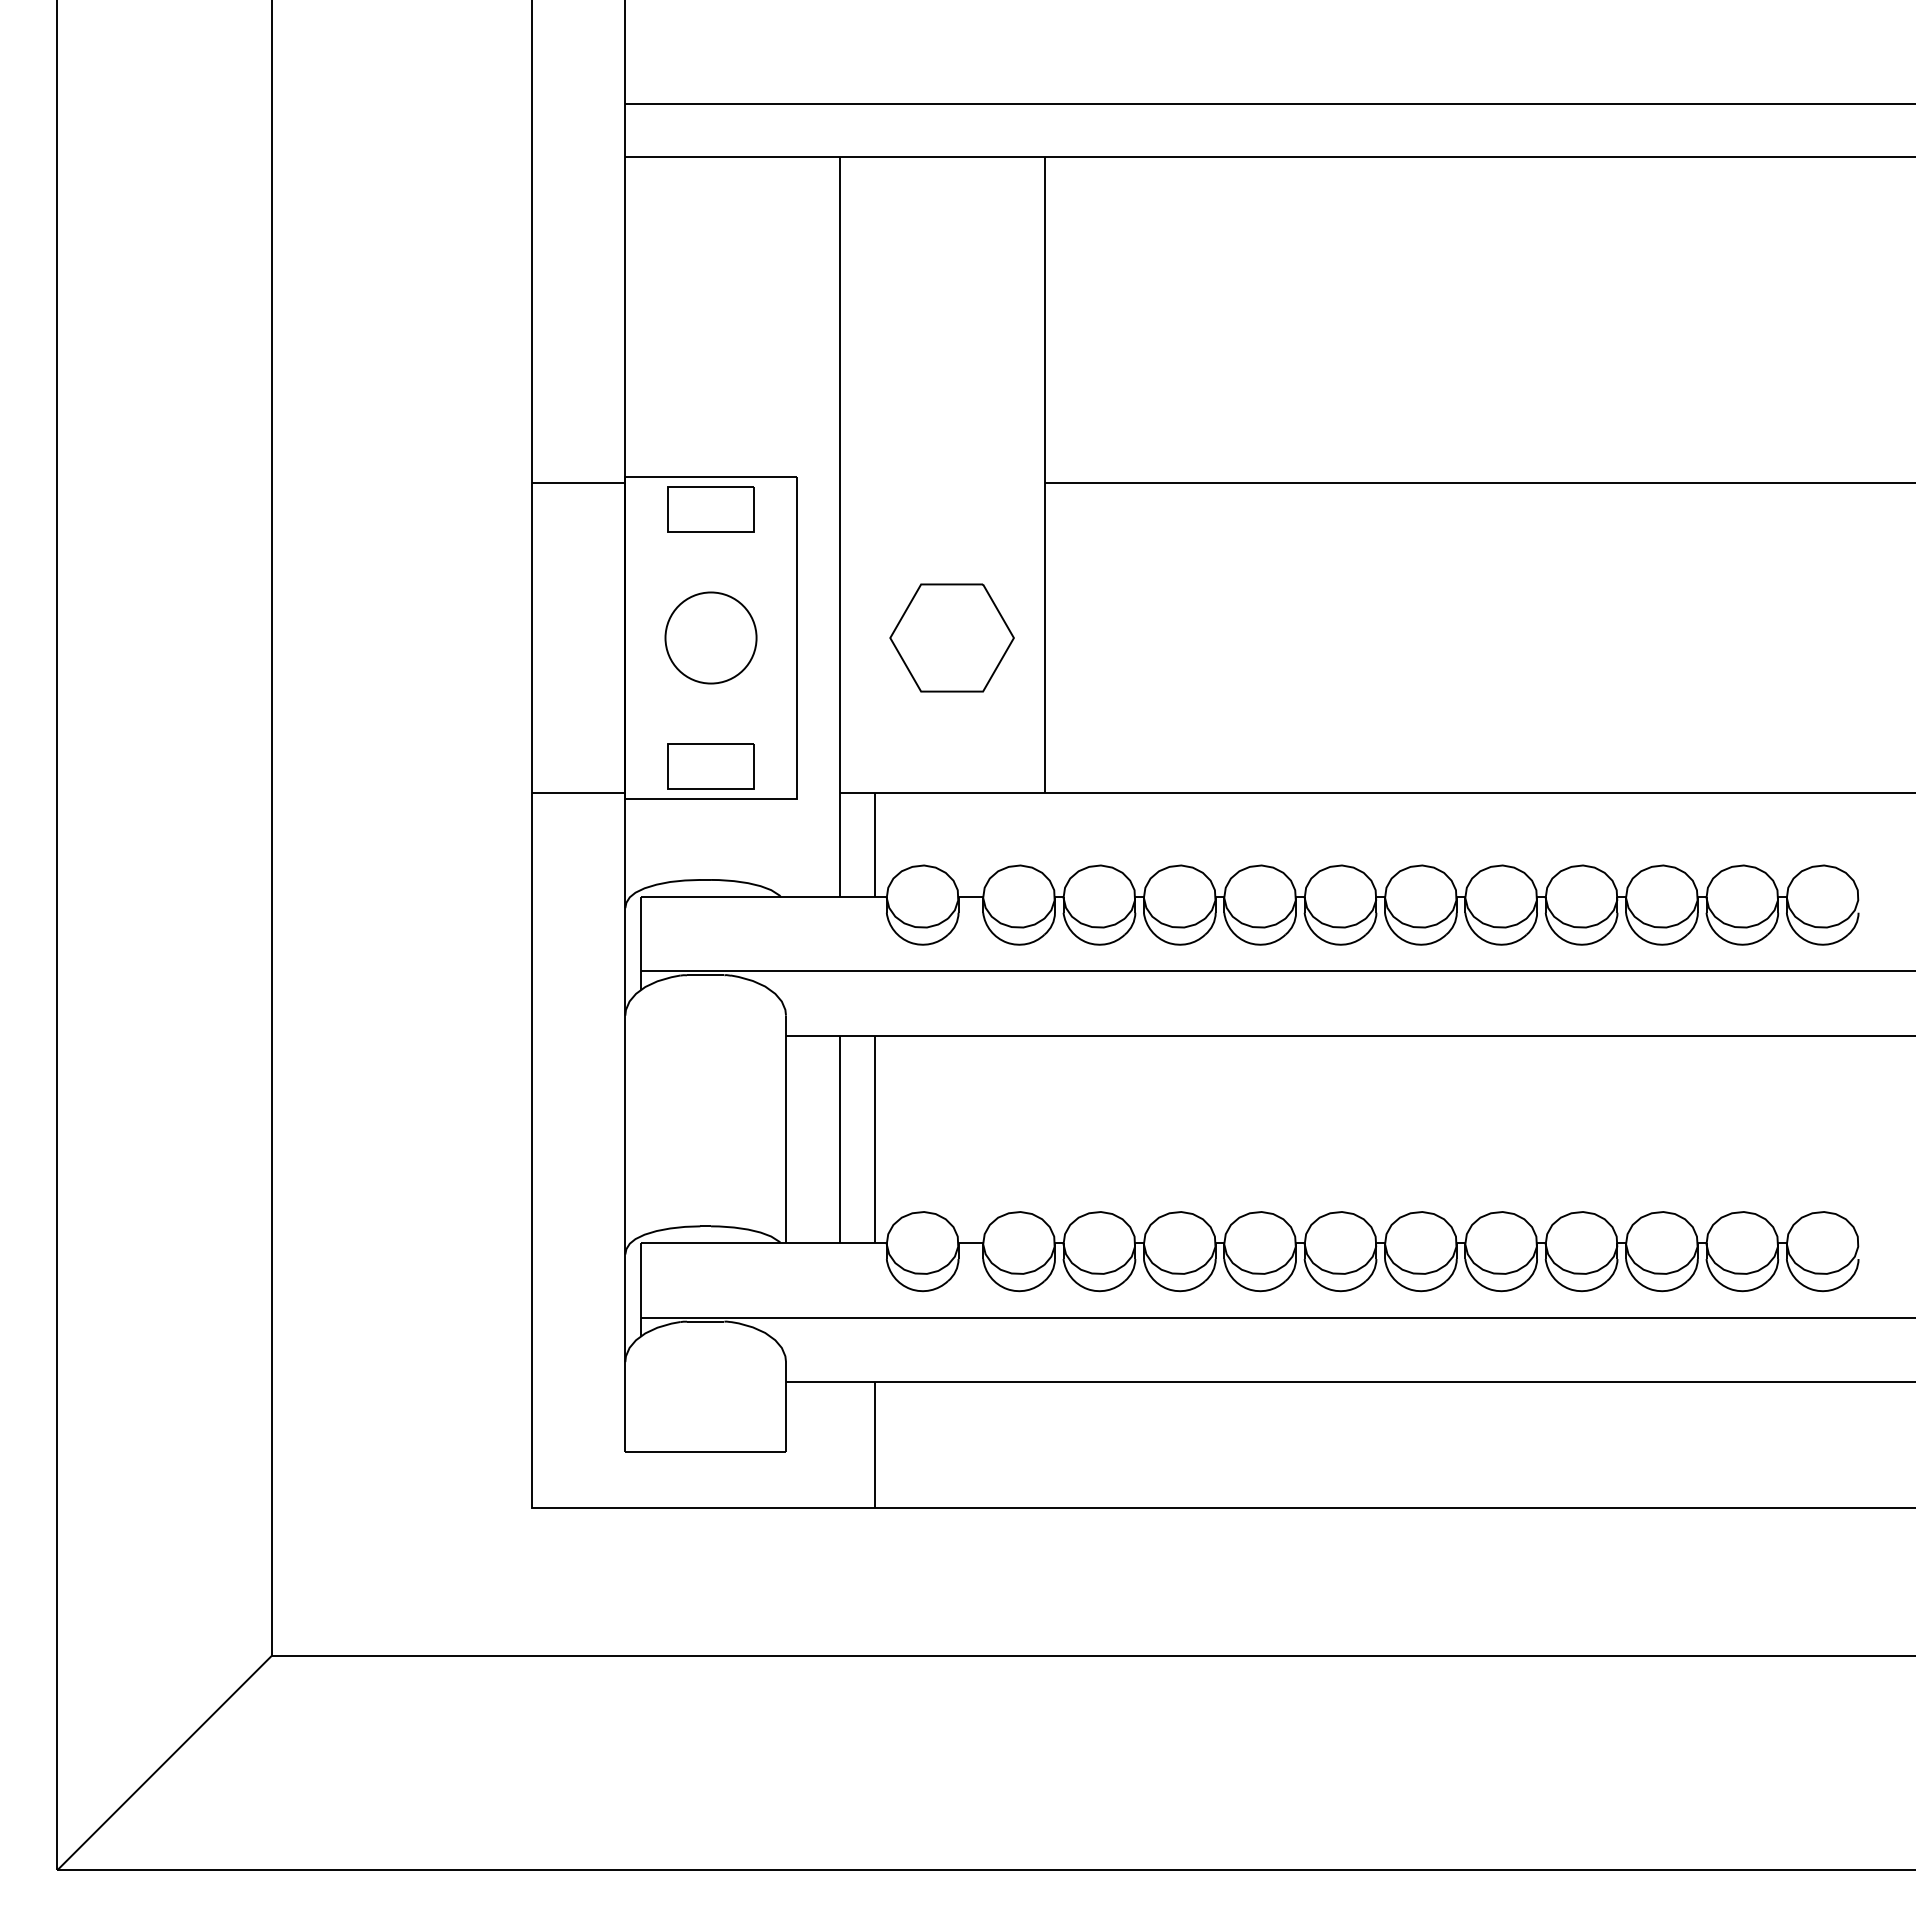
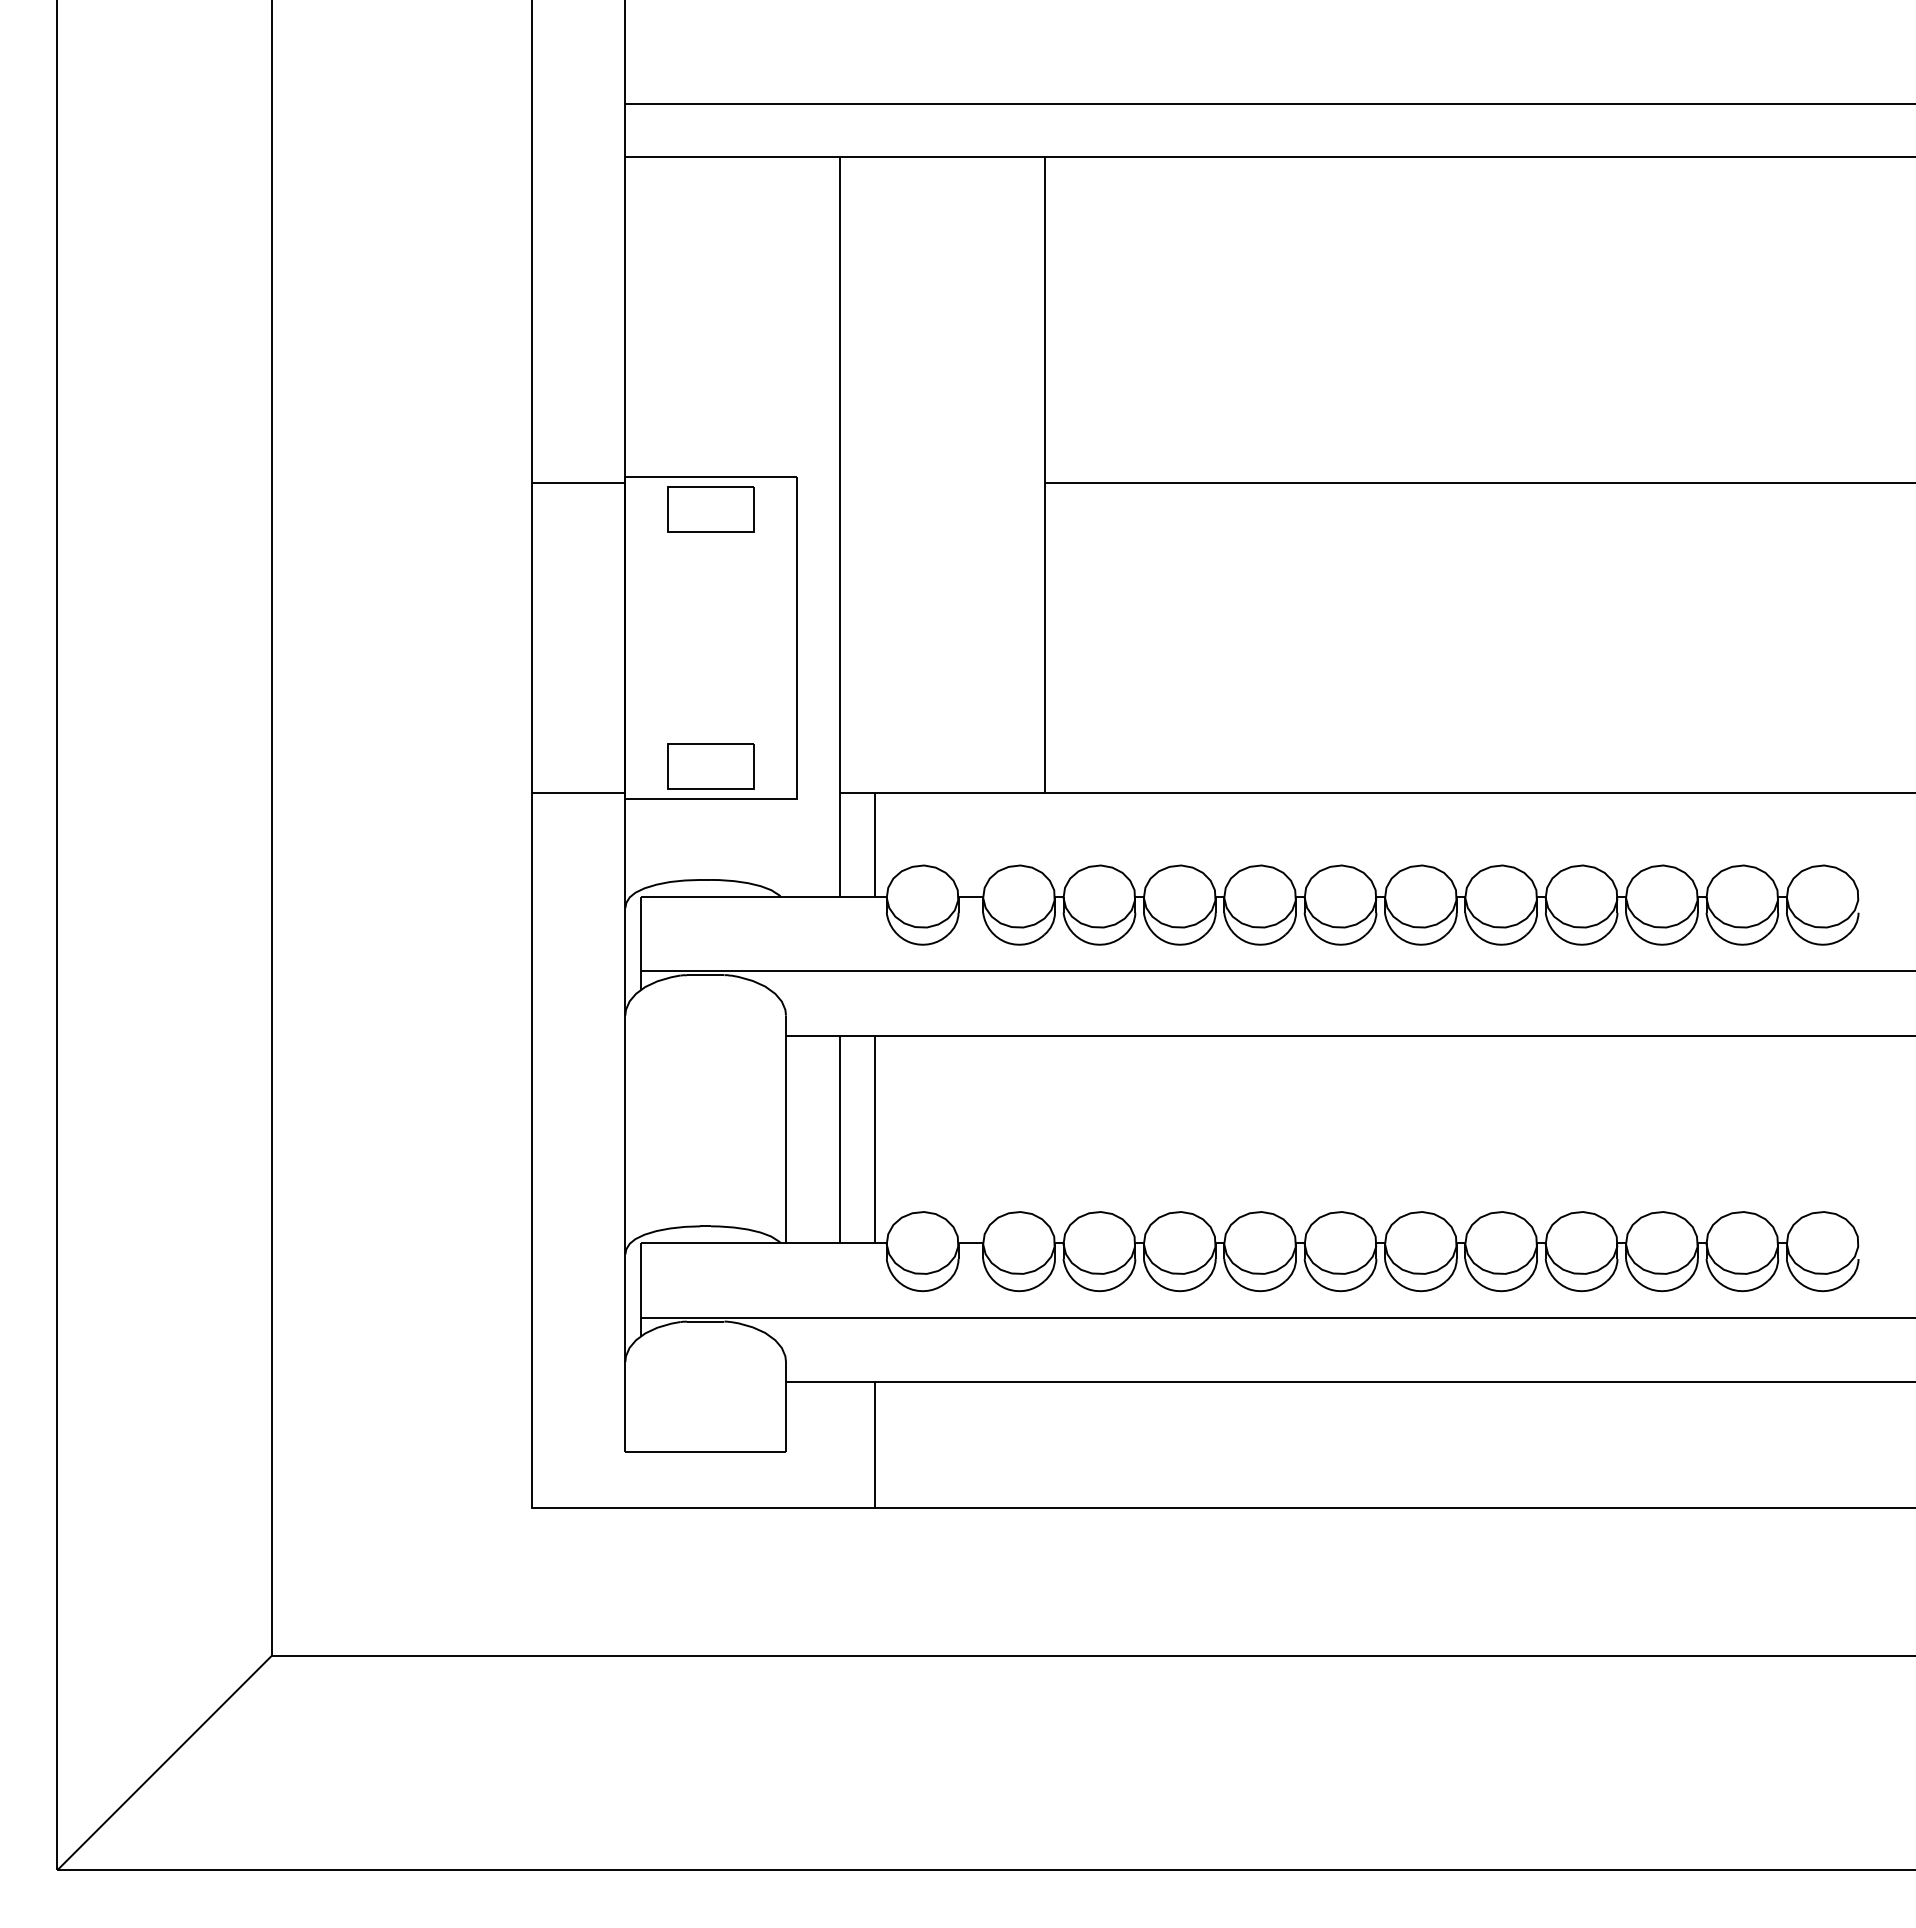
part at (710, 637): present -> none
part at (951, 637): present -> none
